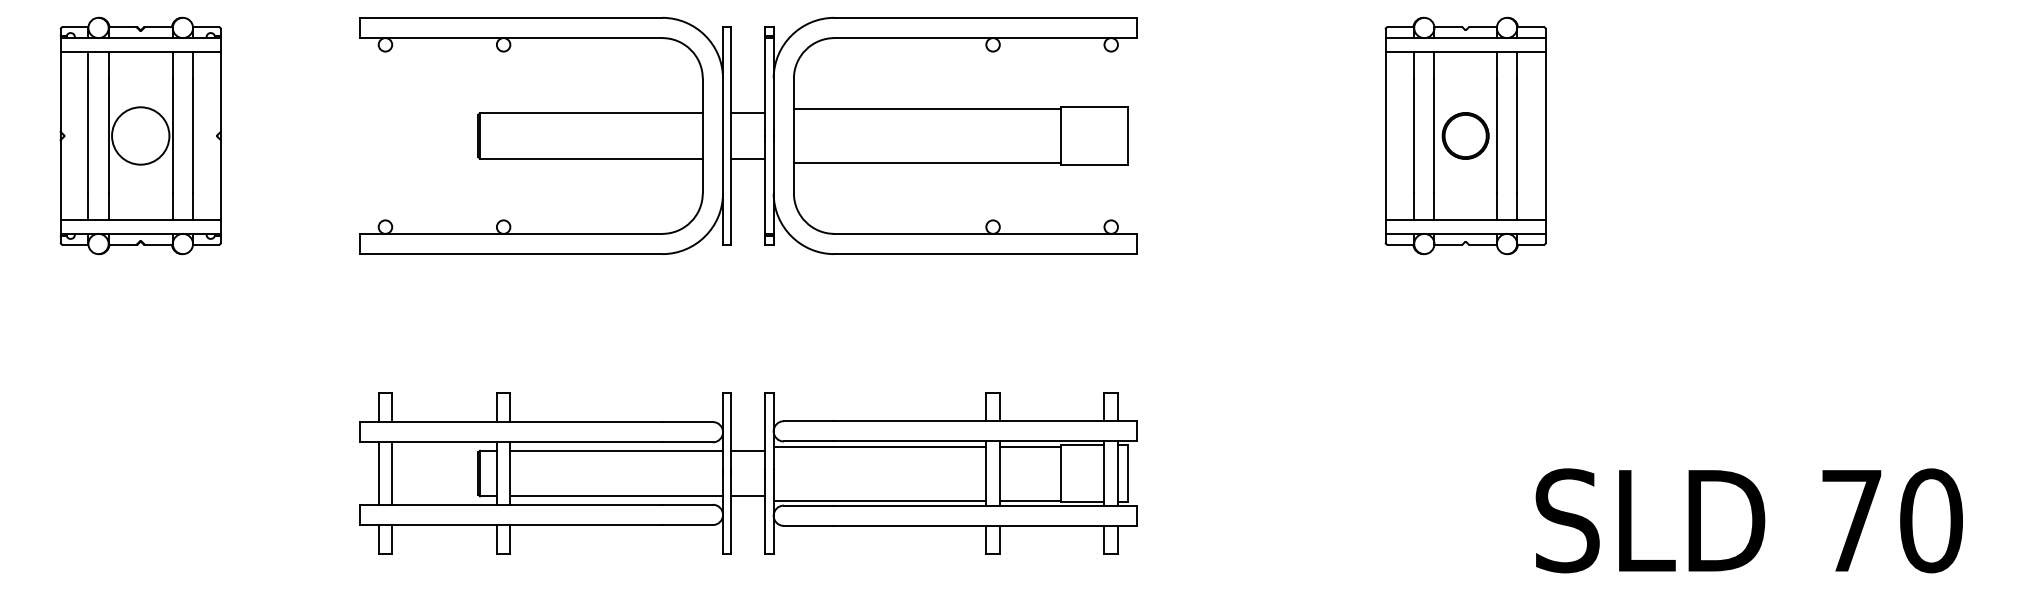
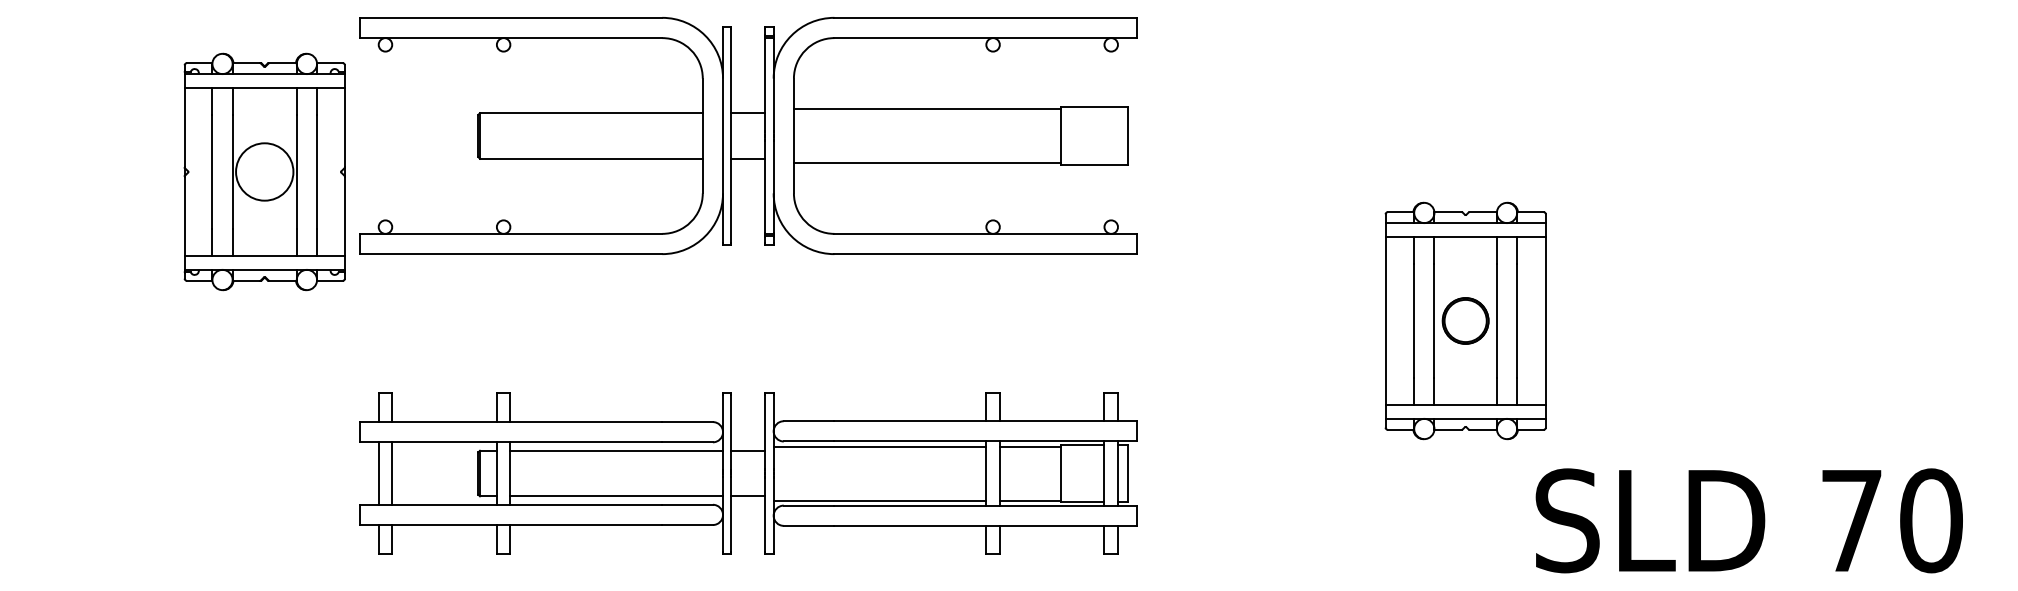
part at (140, 135) position: (140, 135) -> (264, 171)
part at (1465, 135) position: (1465, 135) -> (1465, 320)
